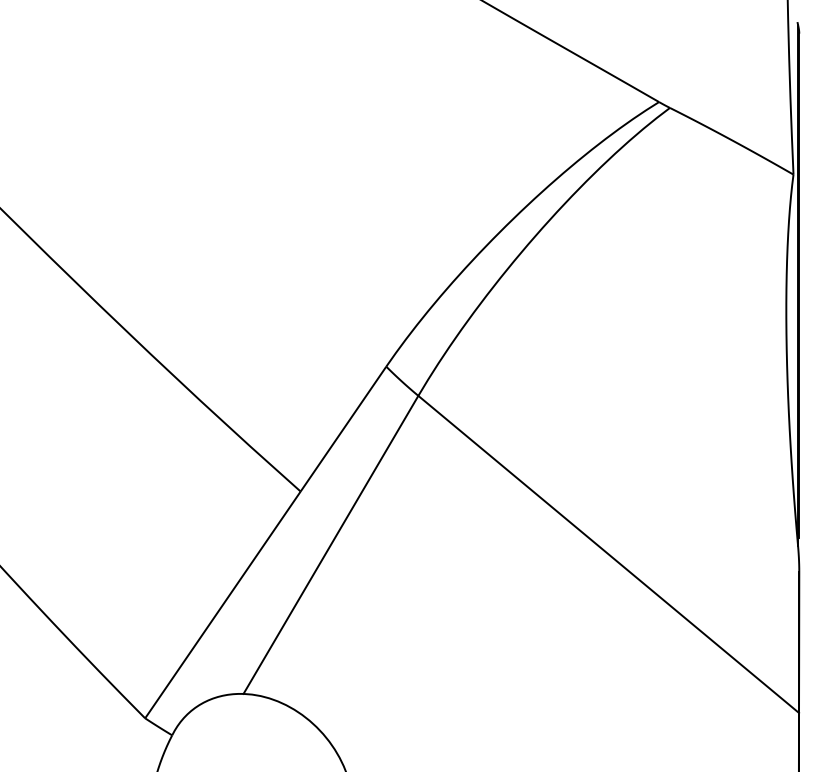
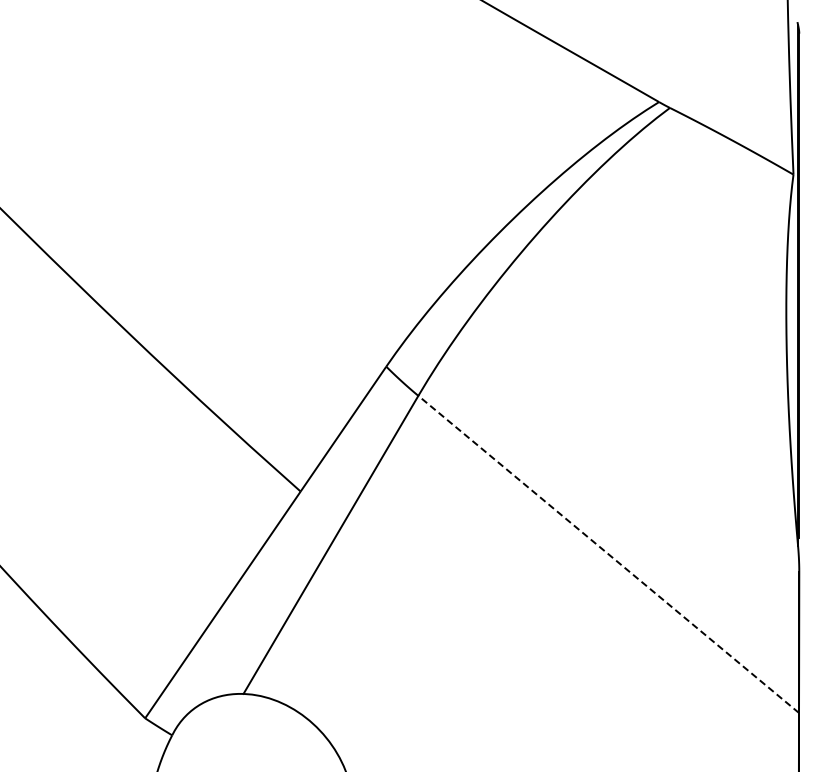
line at (608, 554): solid -> dashed
